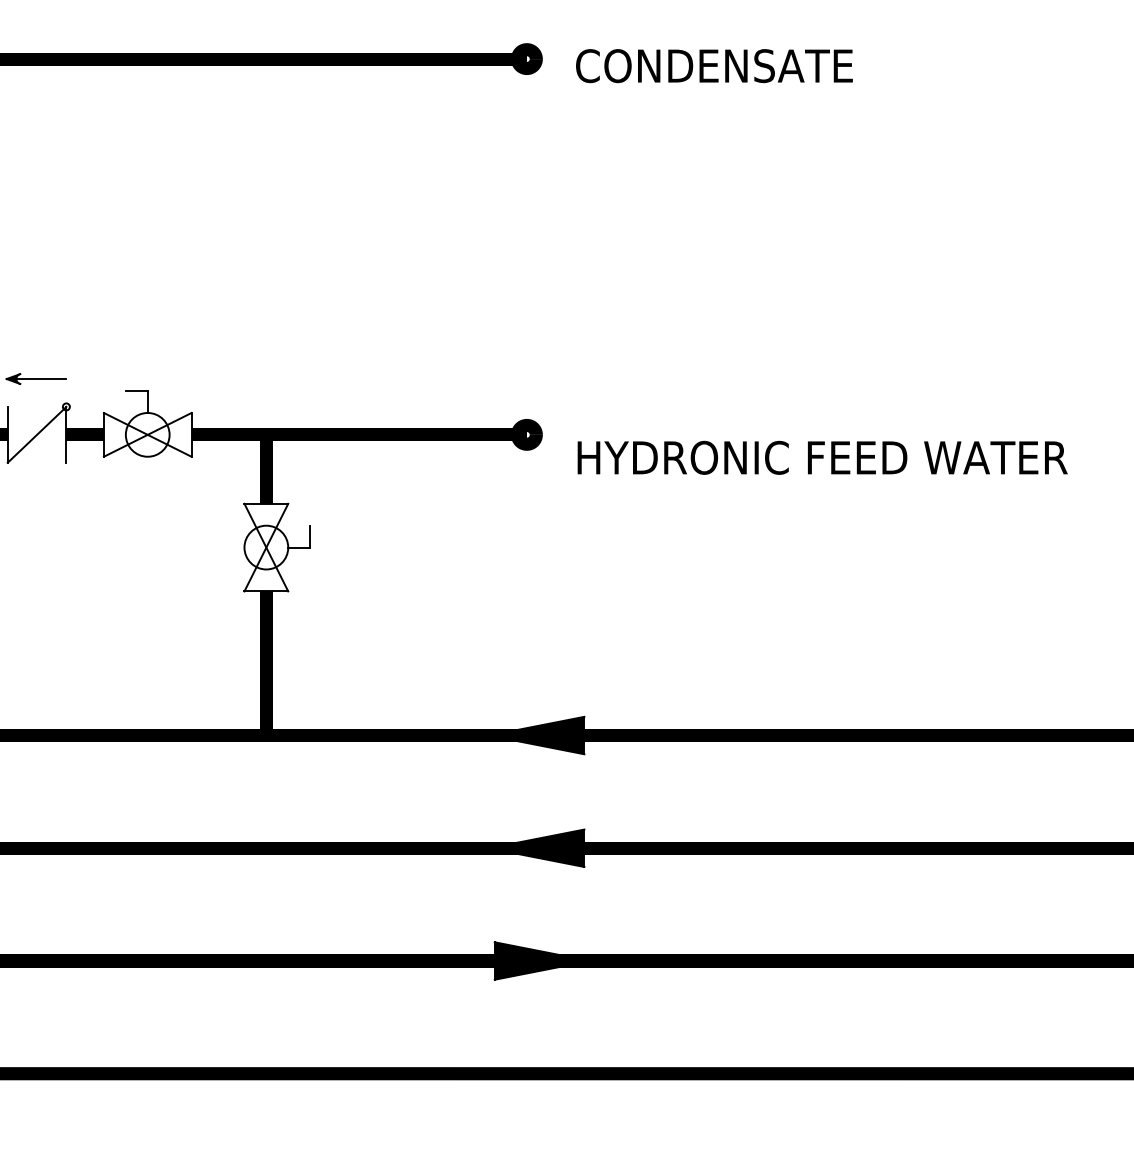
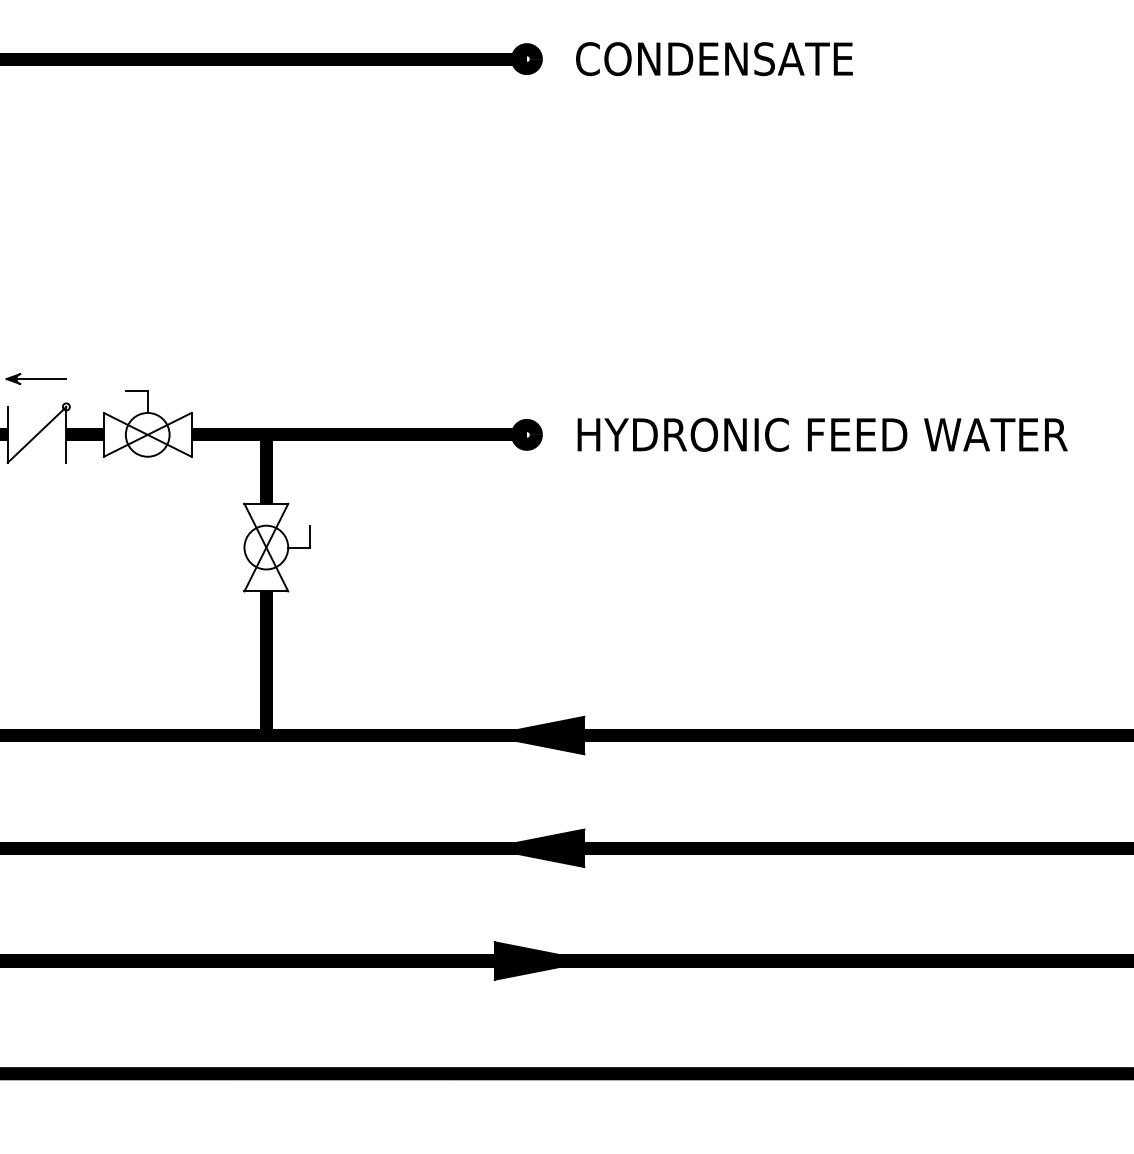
text at (714, 66) position: (714, 66) -> (714, 59)
text at (822, 457) position: (822, 457) -> (822, 434)
